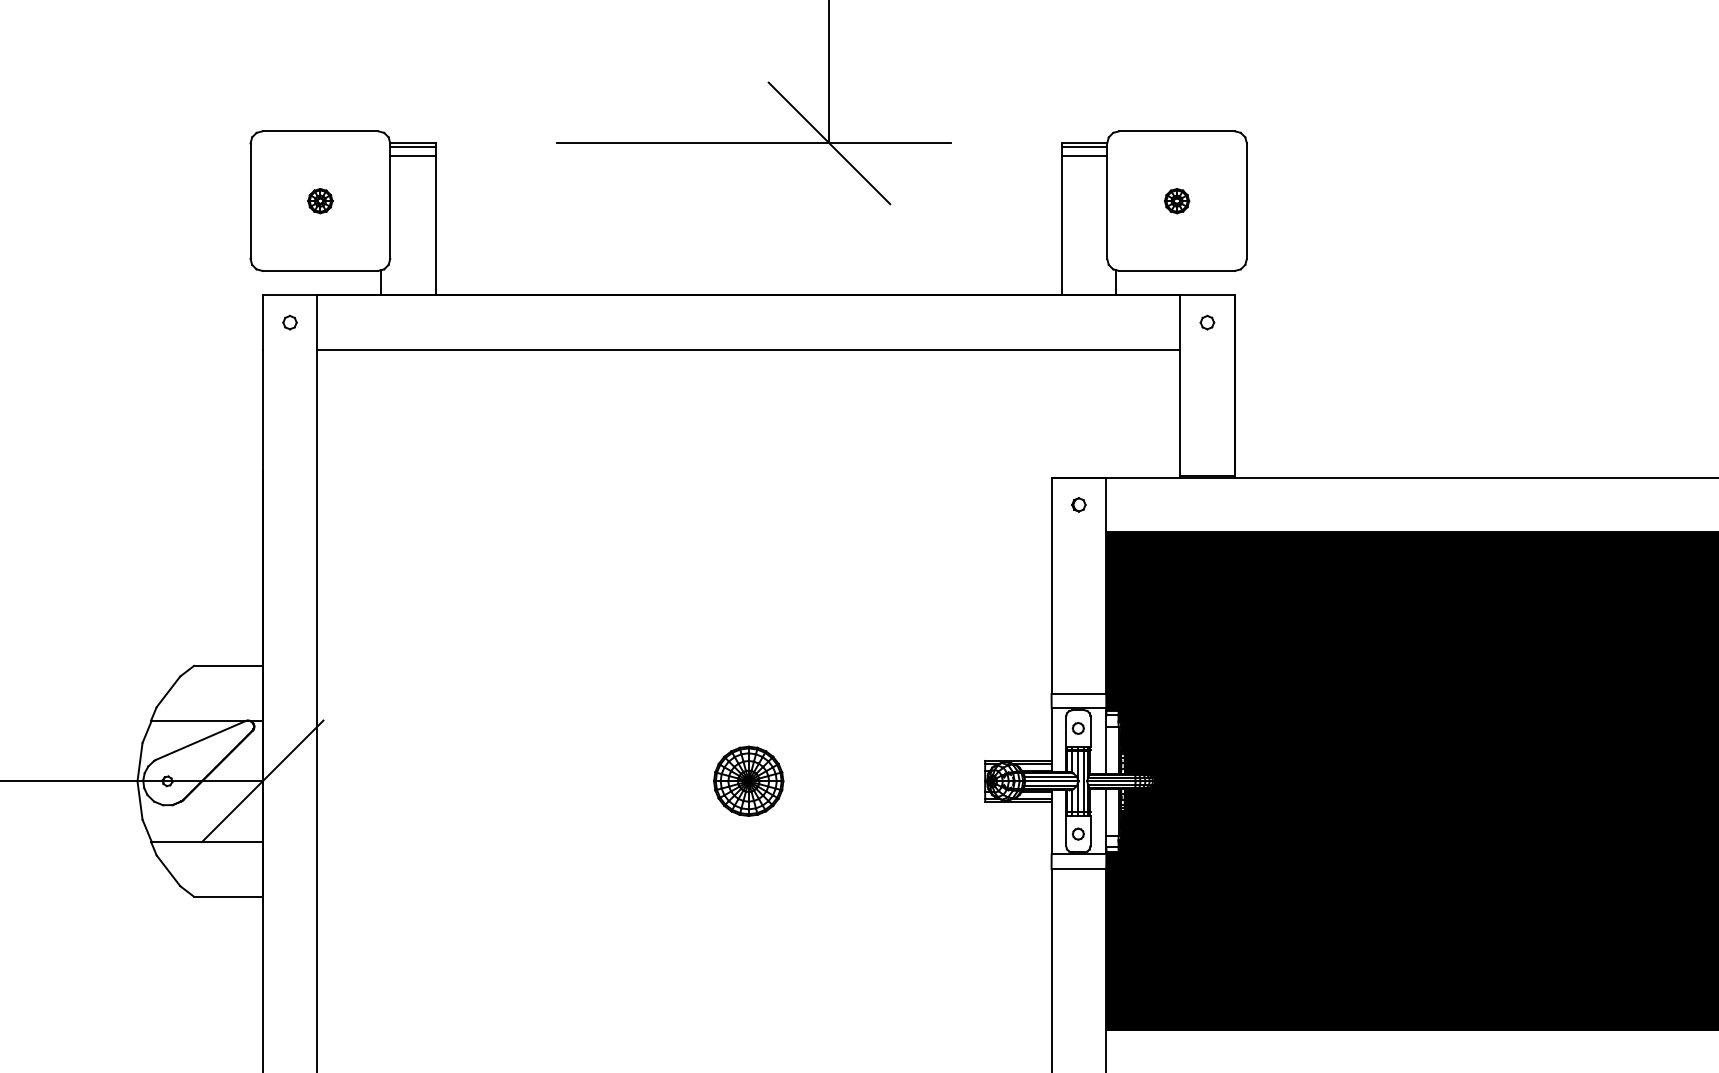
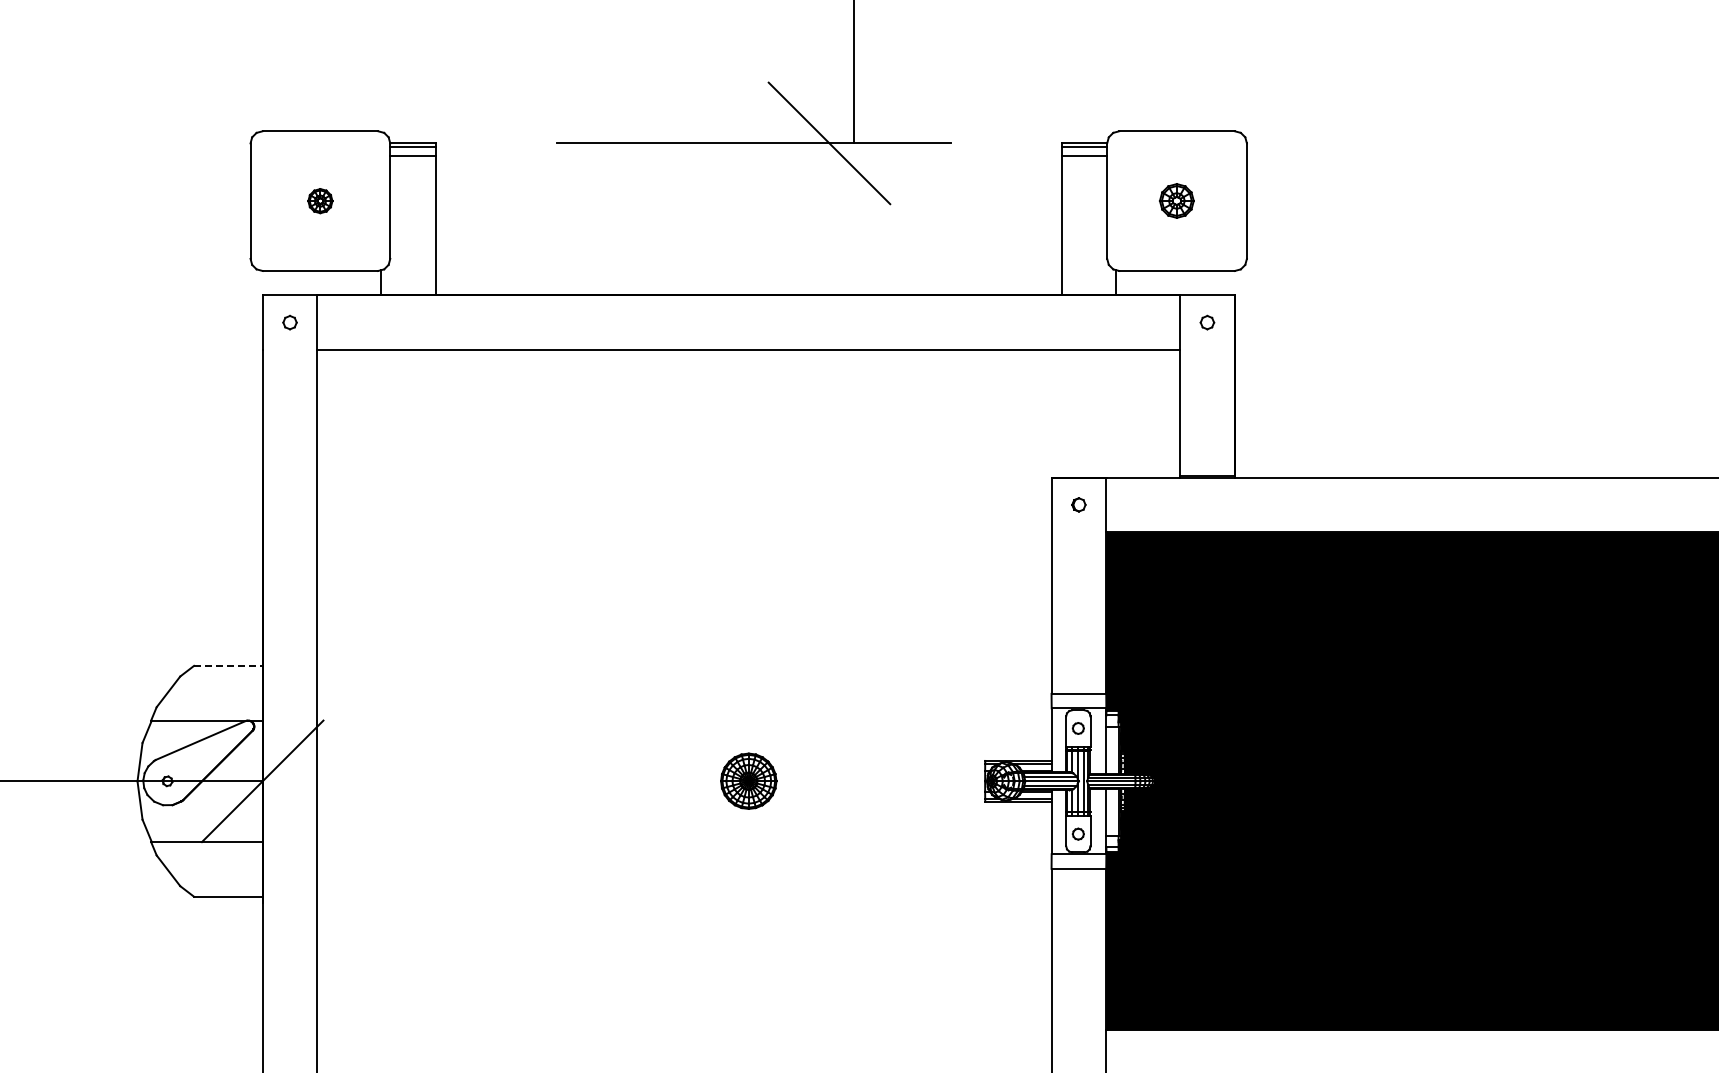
line at (829, 72) position: (829, 72) -> (854, 72)
part at (1177, 201) size: 27x27 px -> 36x36 px
line at (228, 665): solid -> dashed
part at (748, 780) size: 72x72 px -> 58x58 px
